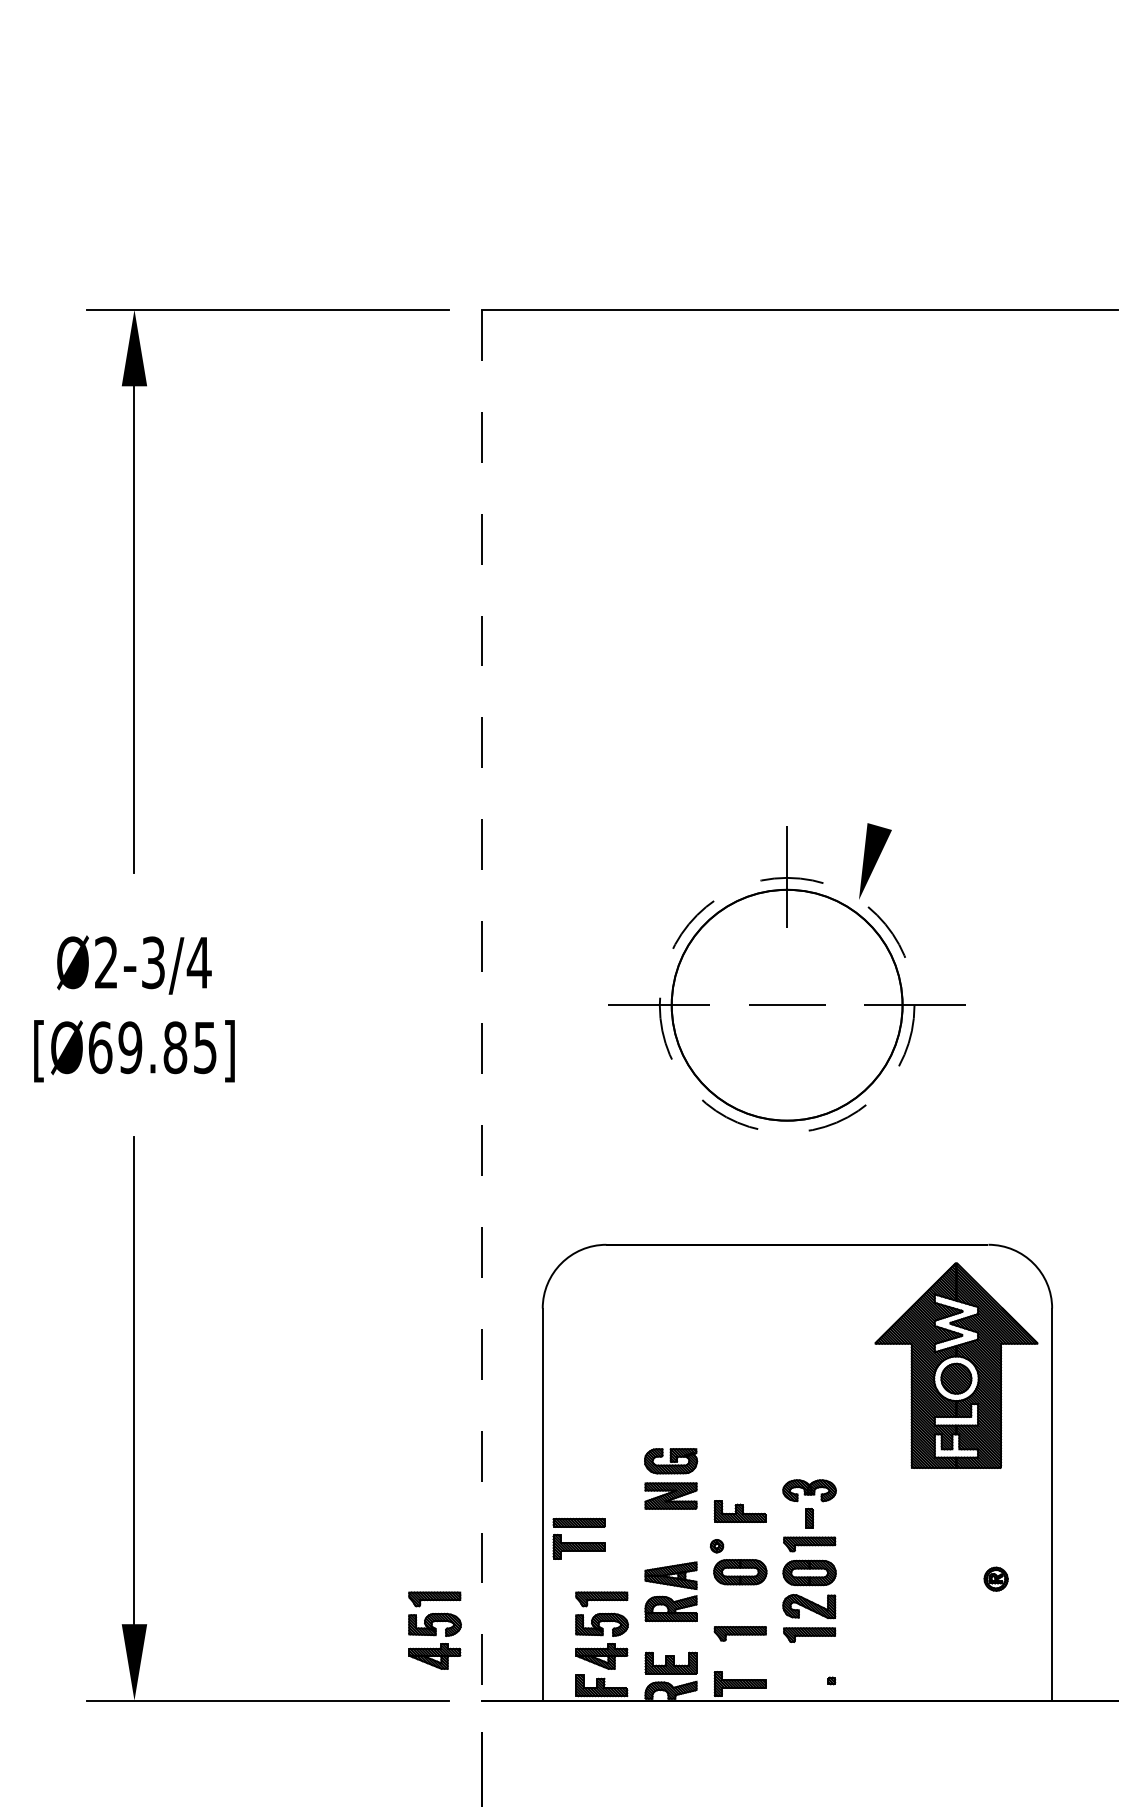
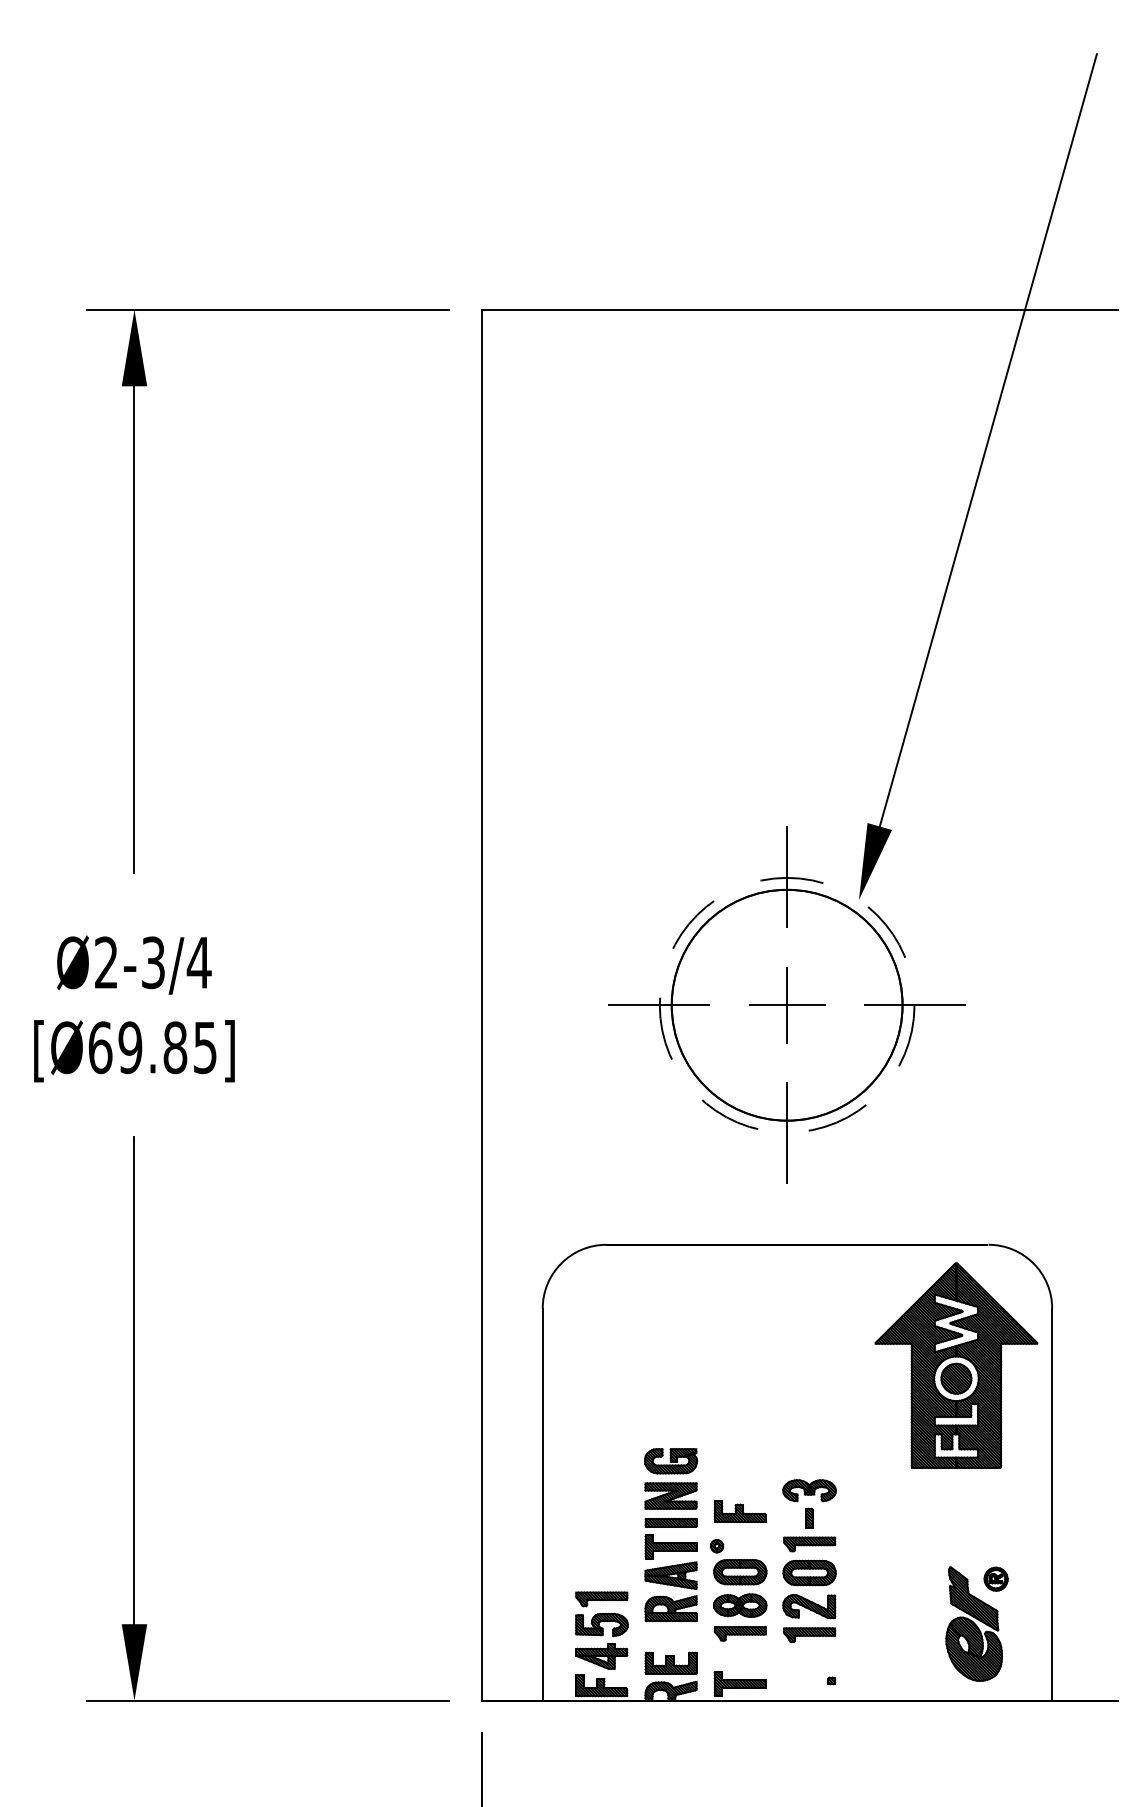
line at (987, 440): none -> present
line at (787, 1004): none -> present
line at (481, 1005): dashed -> solid
line at (787, 1133): none -> present
part at (578, 1538) position: (578, 1538) -> (670, 1538)
part at (740, 1605): none -> present
part at (974, 1623): none -> present
part at (434, 1630): present -> none
